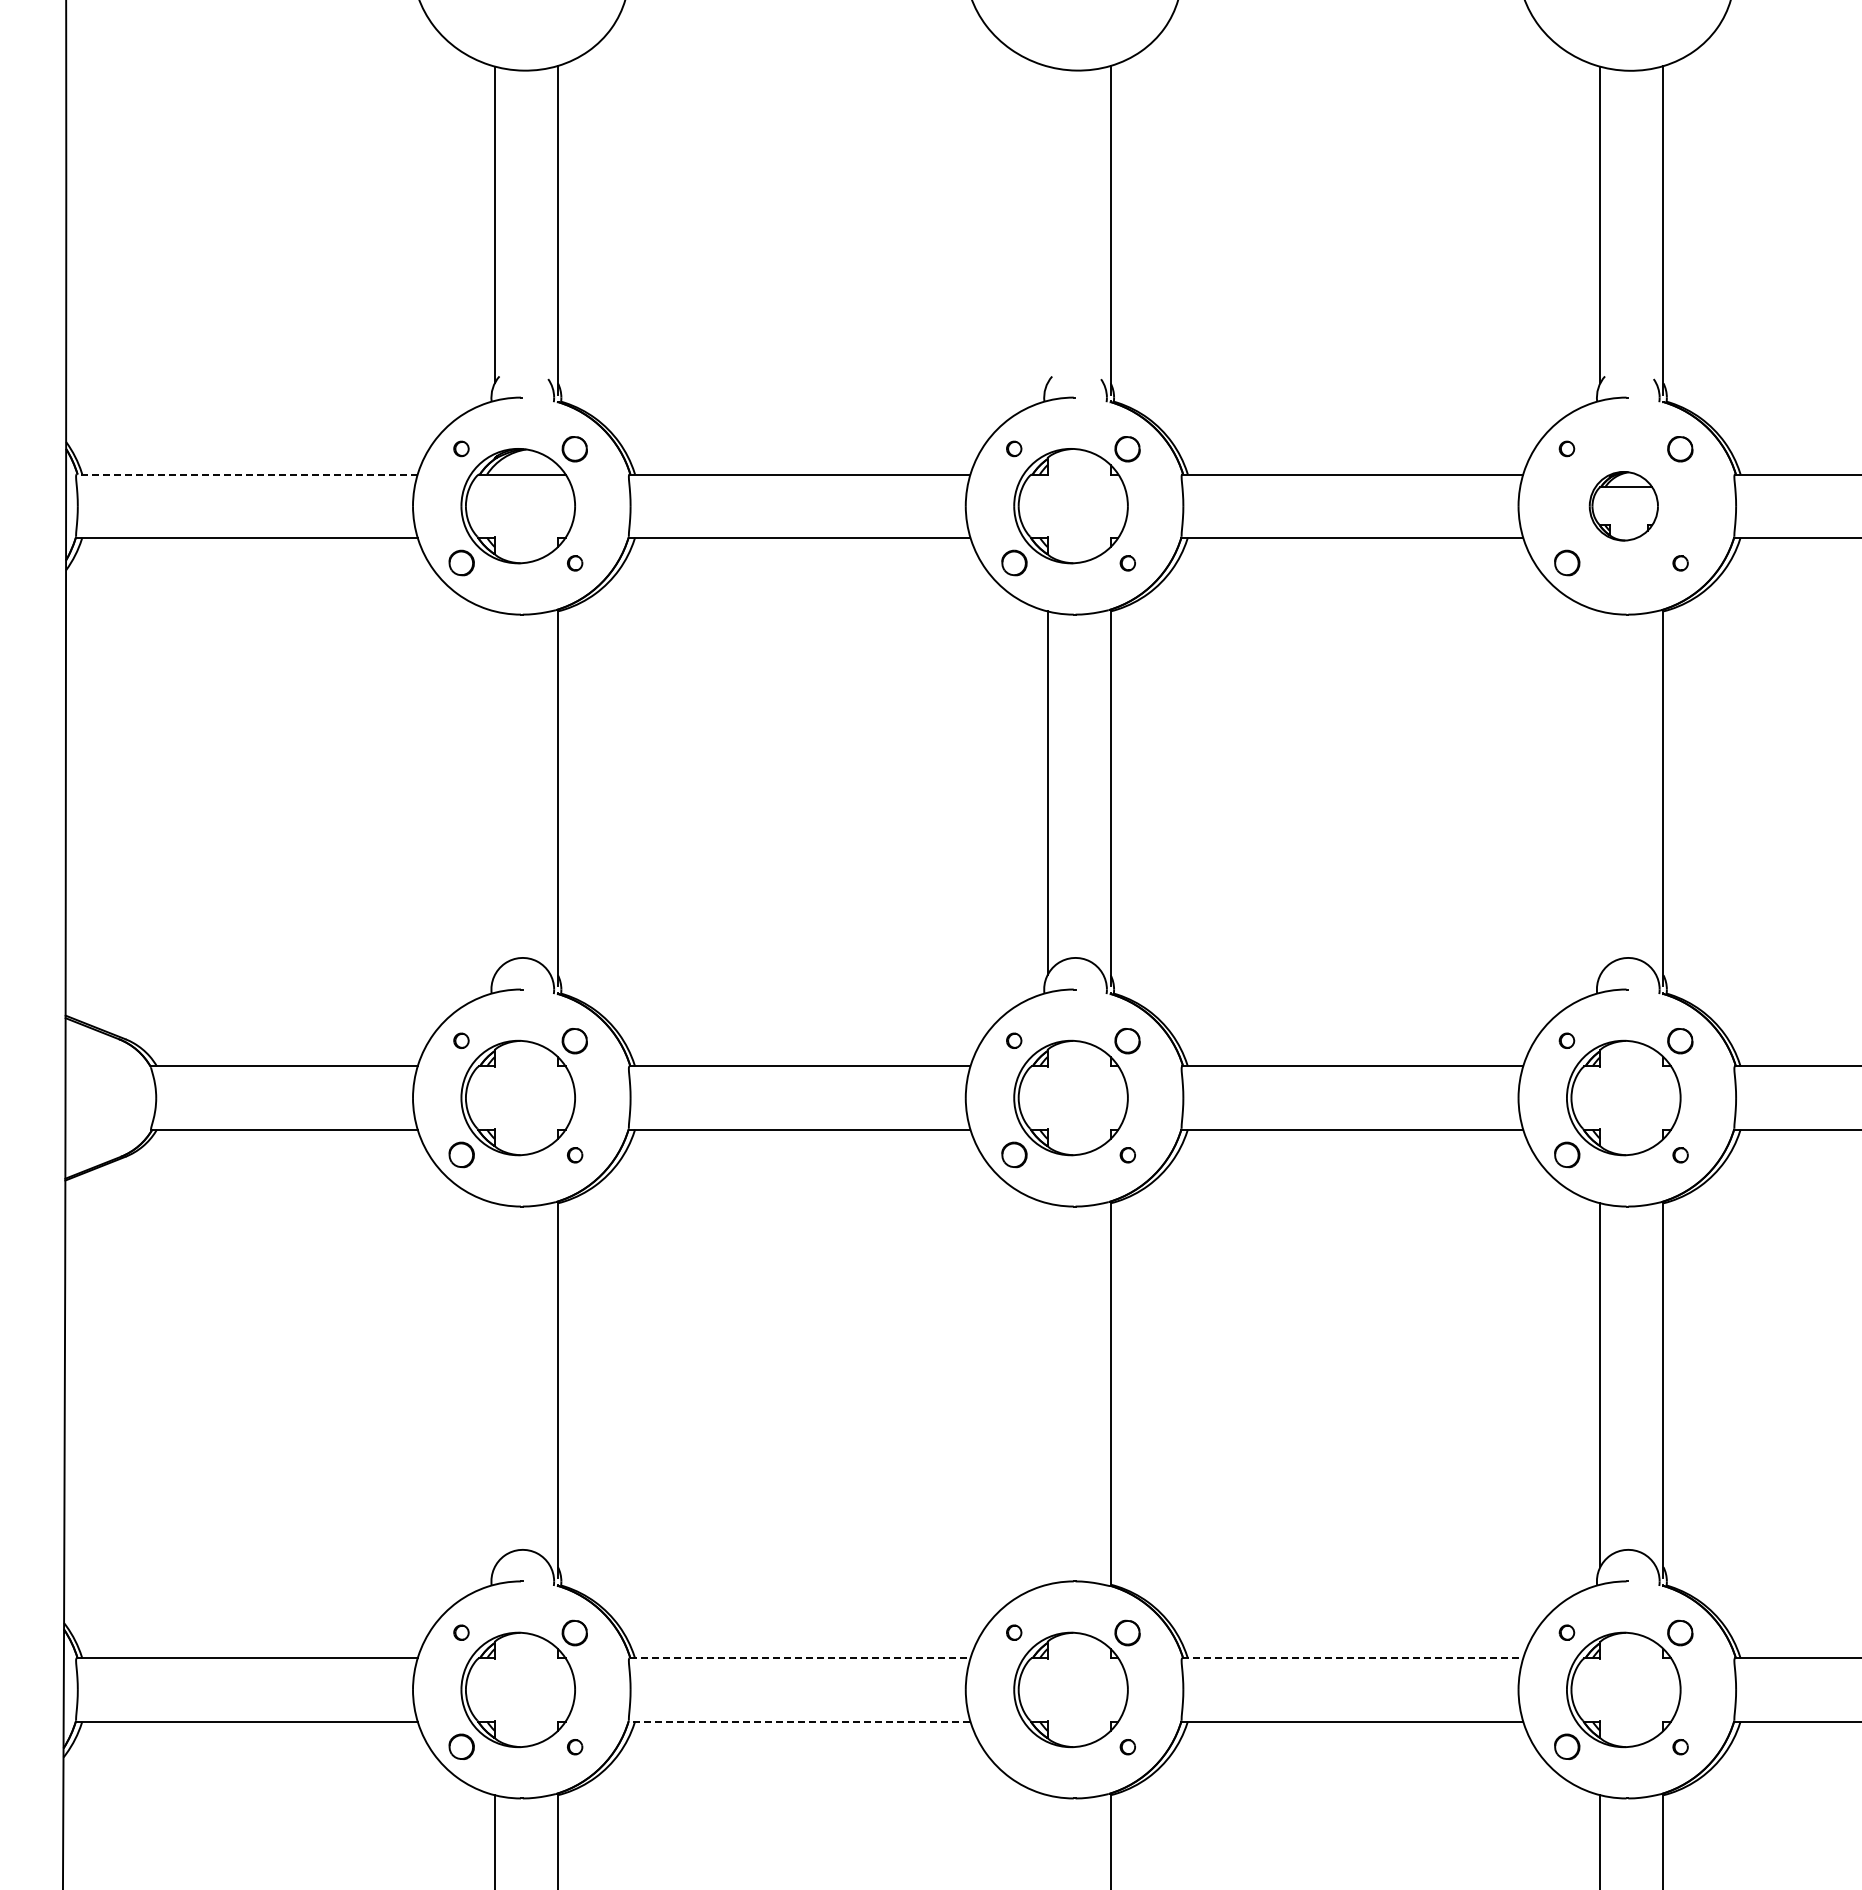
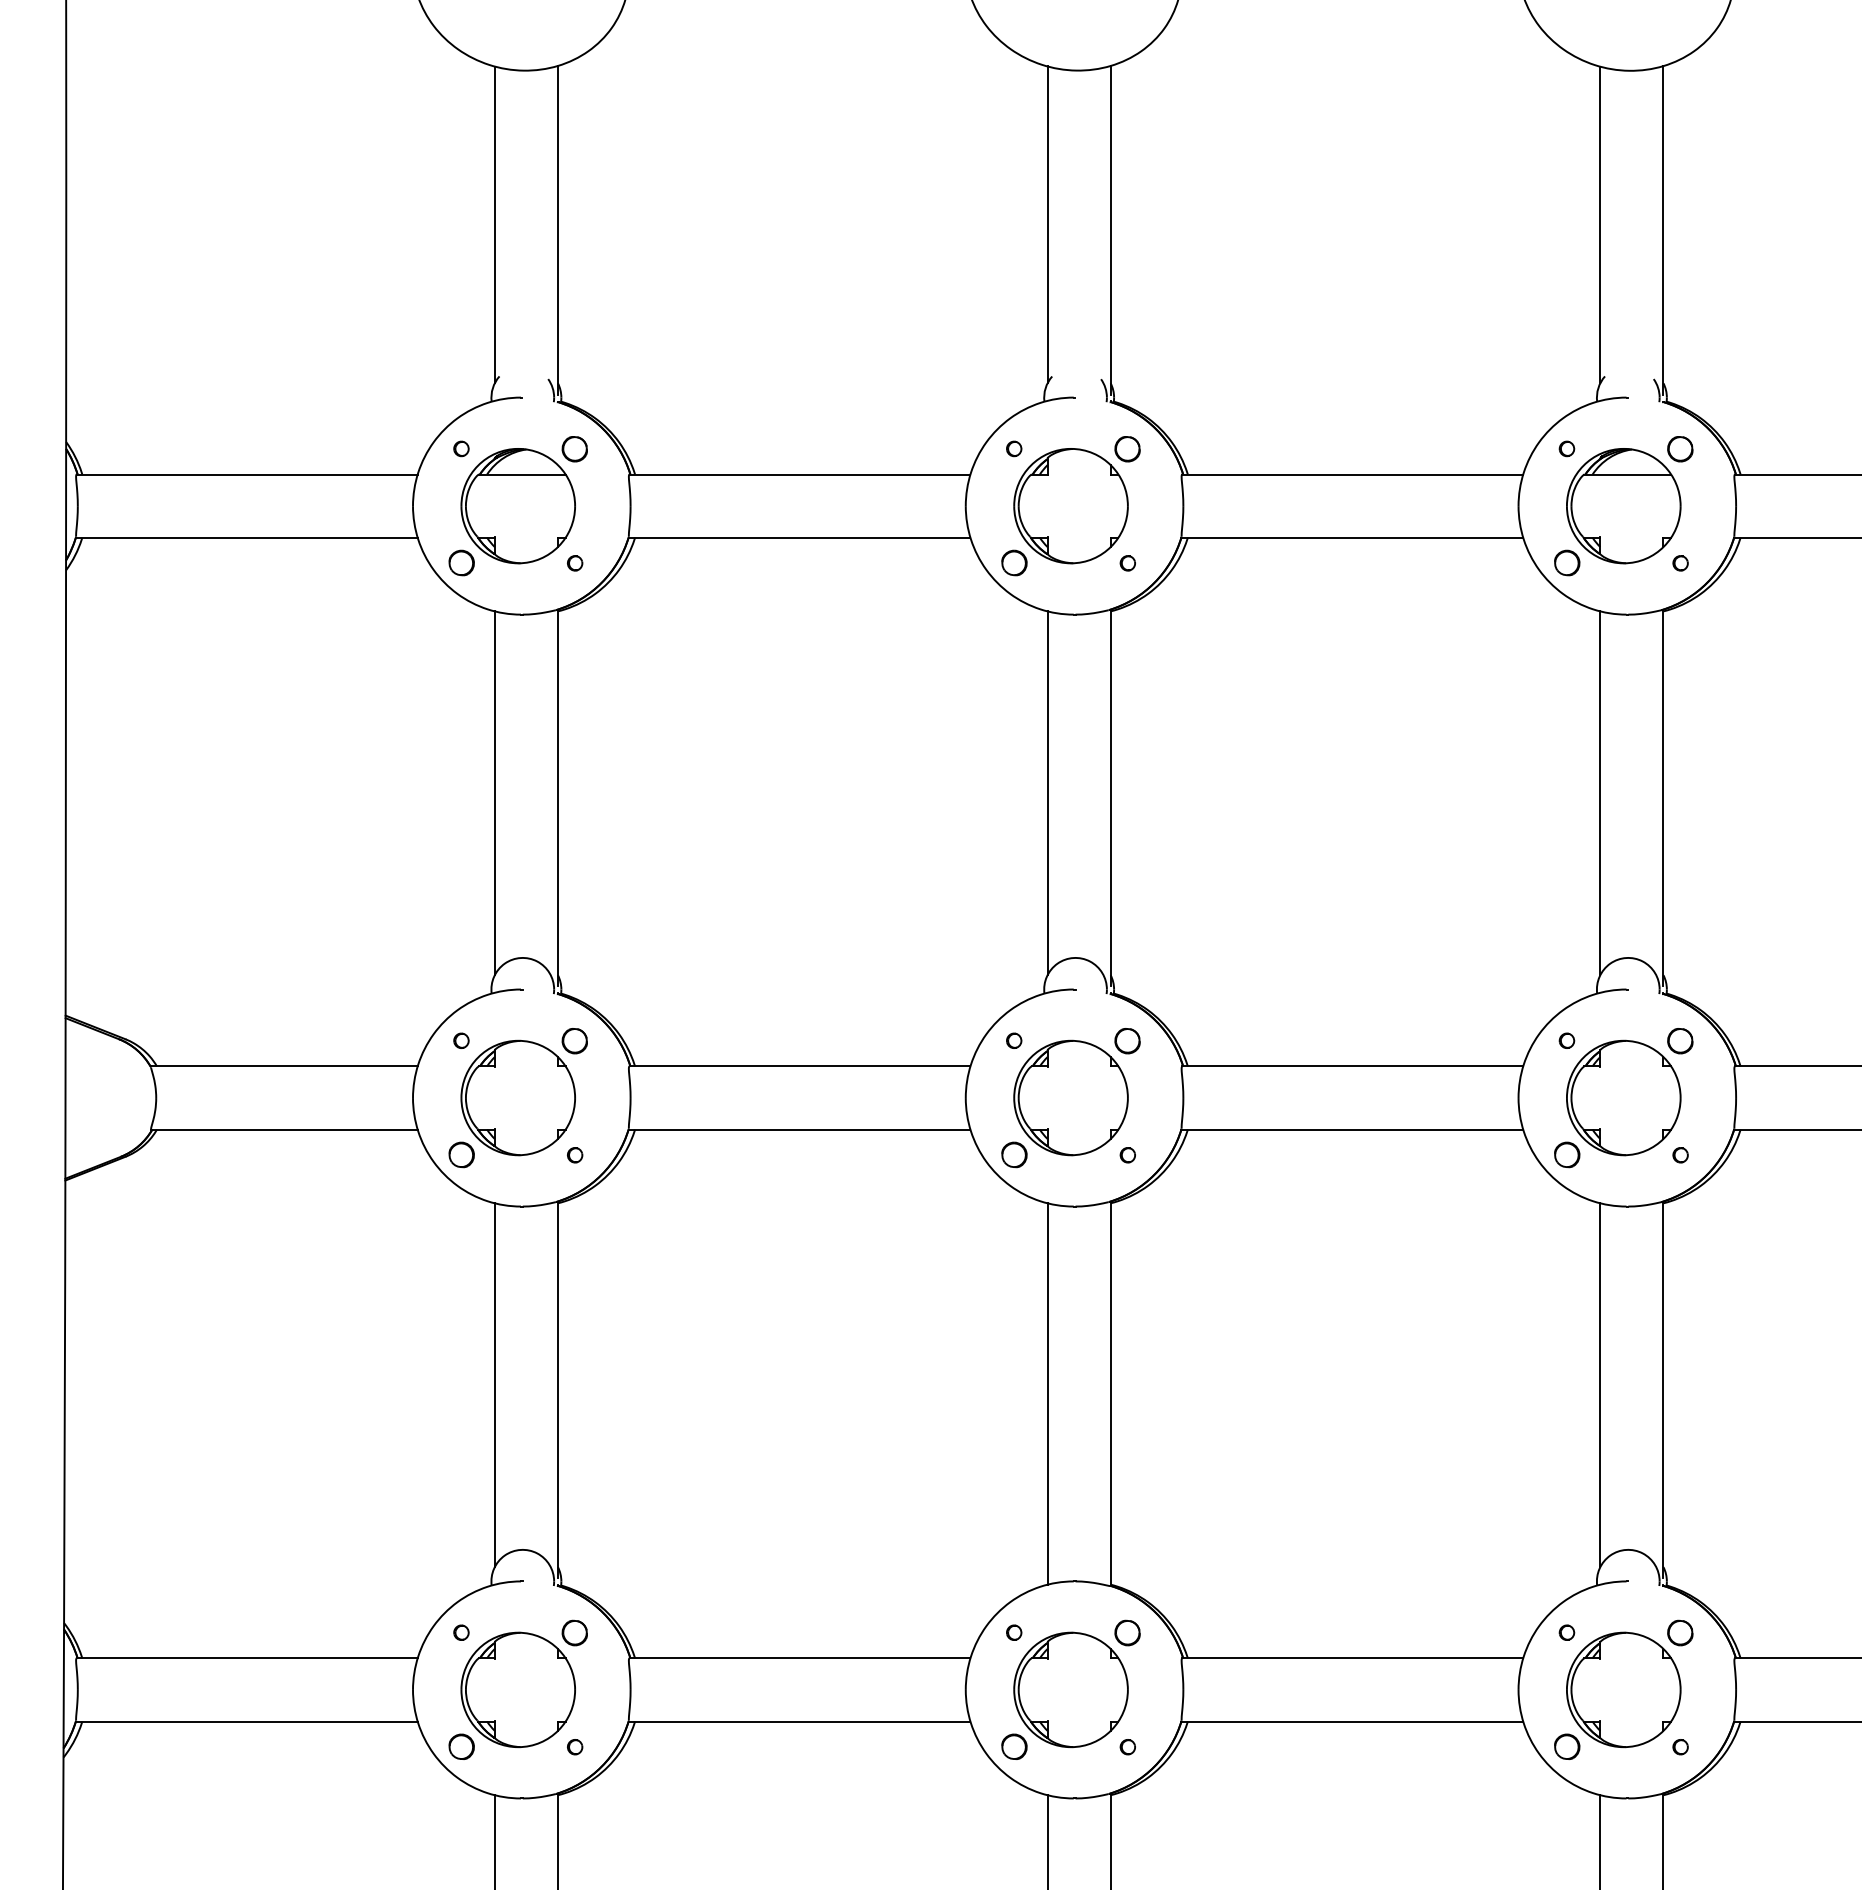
line at (1047, 224): none -> present
line at (246, 474): dashed -> solid
part at (1623, 506) size: 71x71 px -> 116x117 px
line at (494, 793): none -> present
line at (1600, 793): none -> present
line at (494, 1385): none -> present
line at (1047, 1393): none -> present
line at (800, 1658): dashed -> solid
line at (1353, 1658): dashed -> solid
line at (799, 1721): dashed -> solid
part at (1014, 1746): none -> present
line at (1047, 1840): none -> present
